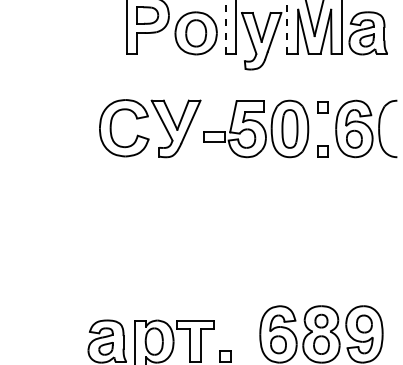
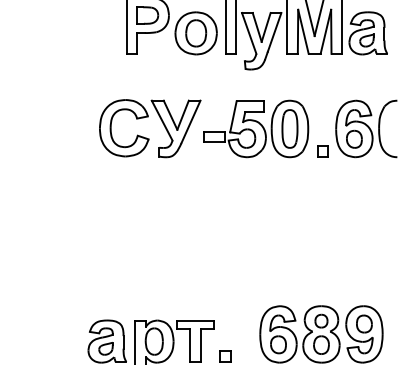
line at (225, 26): dashed -> solid
line at (287, 26): dashed -> solid
part at (322, 107): present -> none
